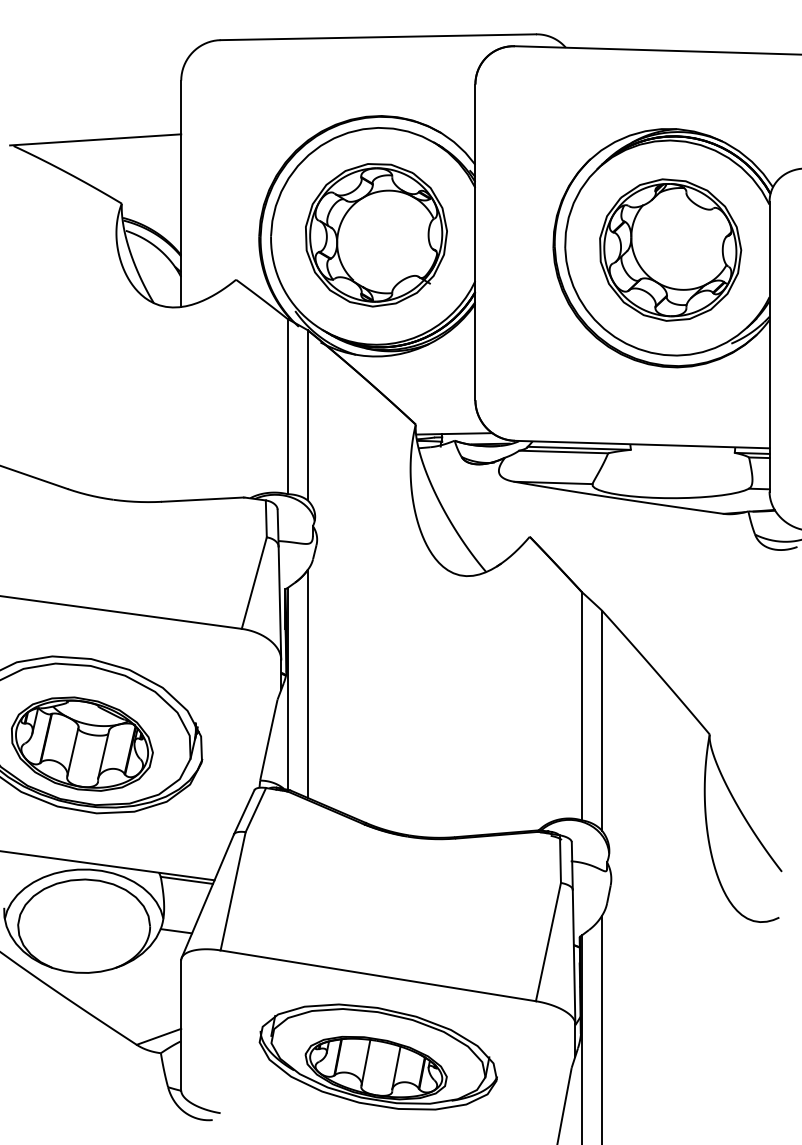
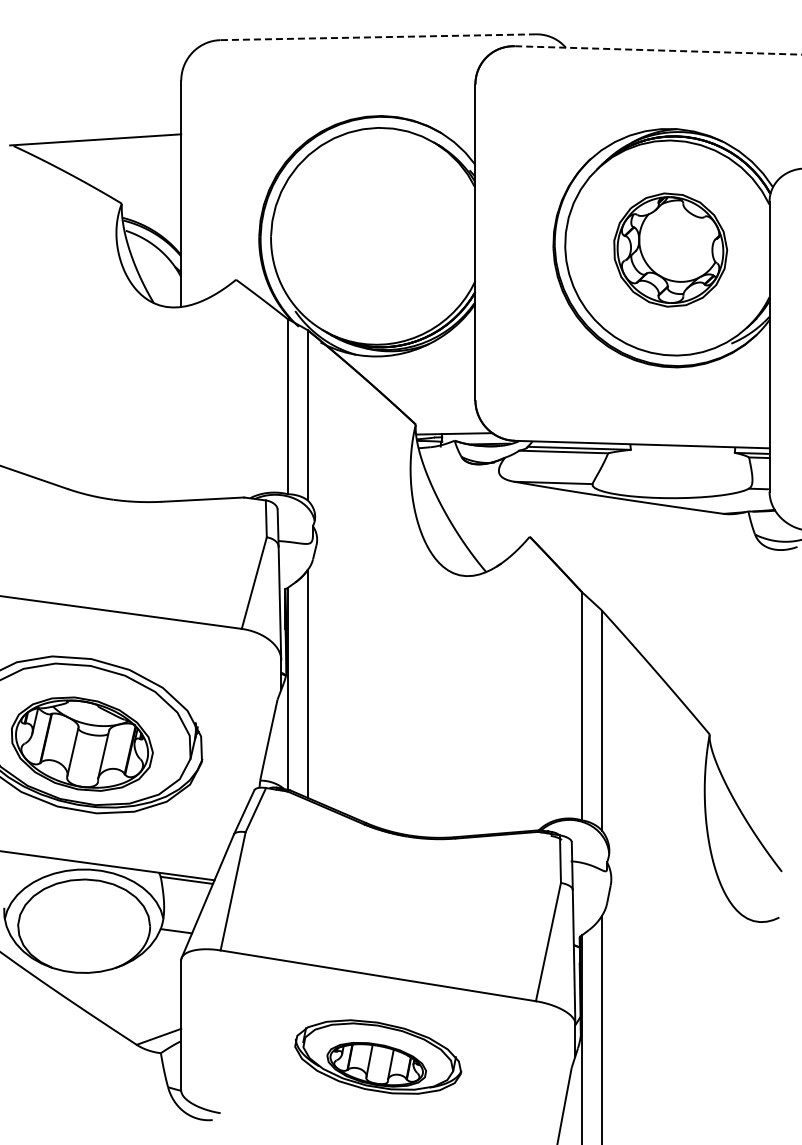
line at (378, 37): solid -> dashed
line at (657, 50): solid -> dashed
part at (376, 235): present -> none
part at (670, 249) size: 144x144 px -> 116x116 px
part at (377, 1056) size: 240x108 px -> 169x76 px
